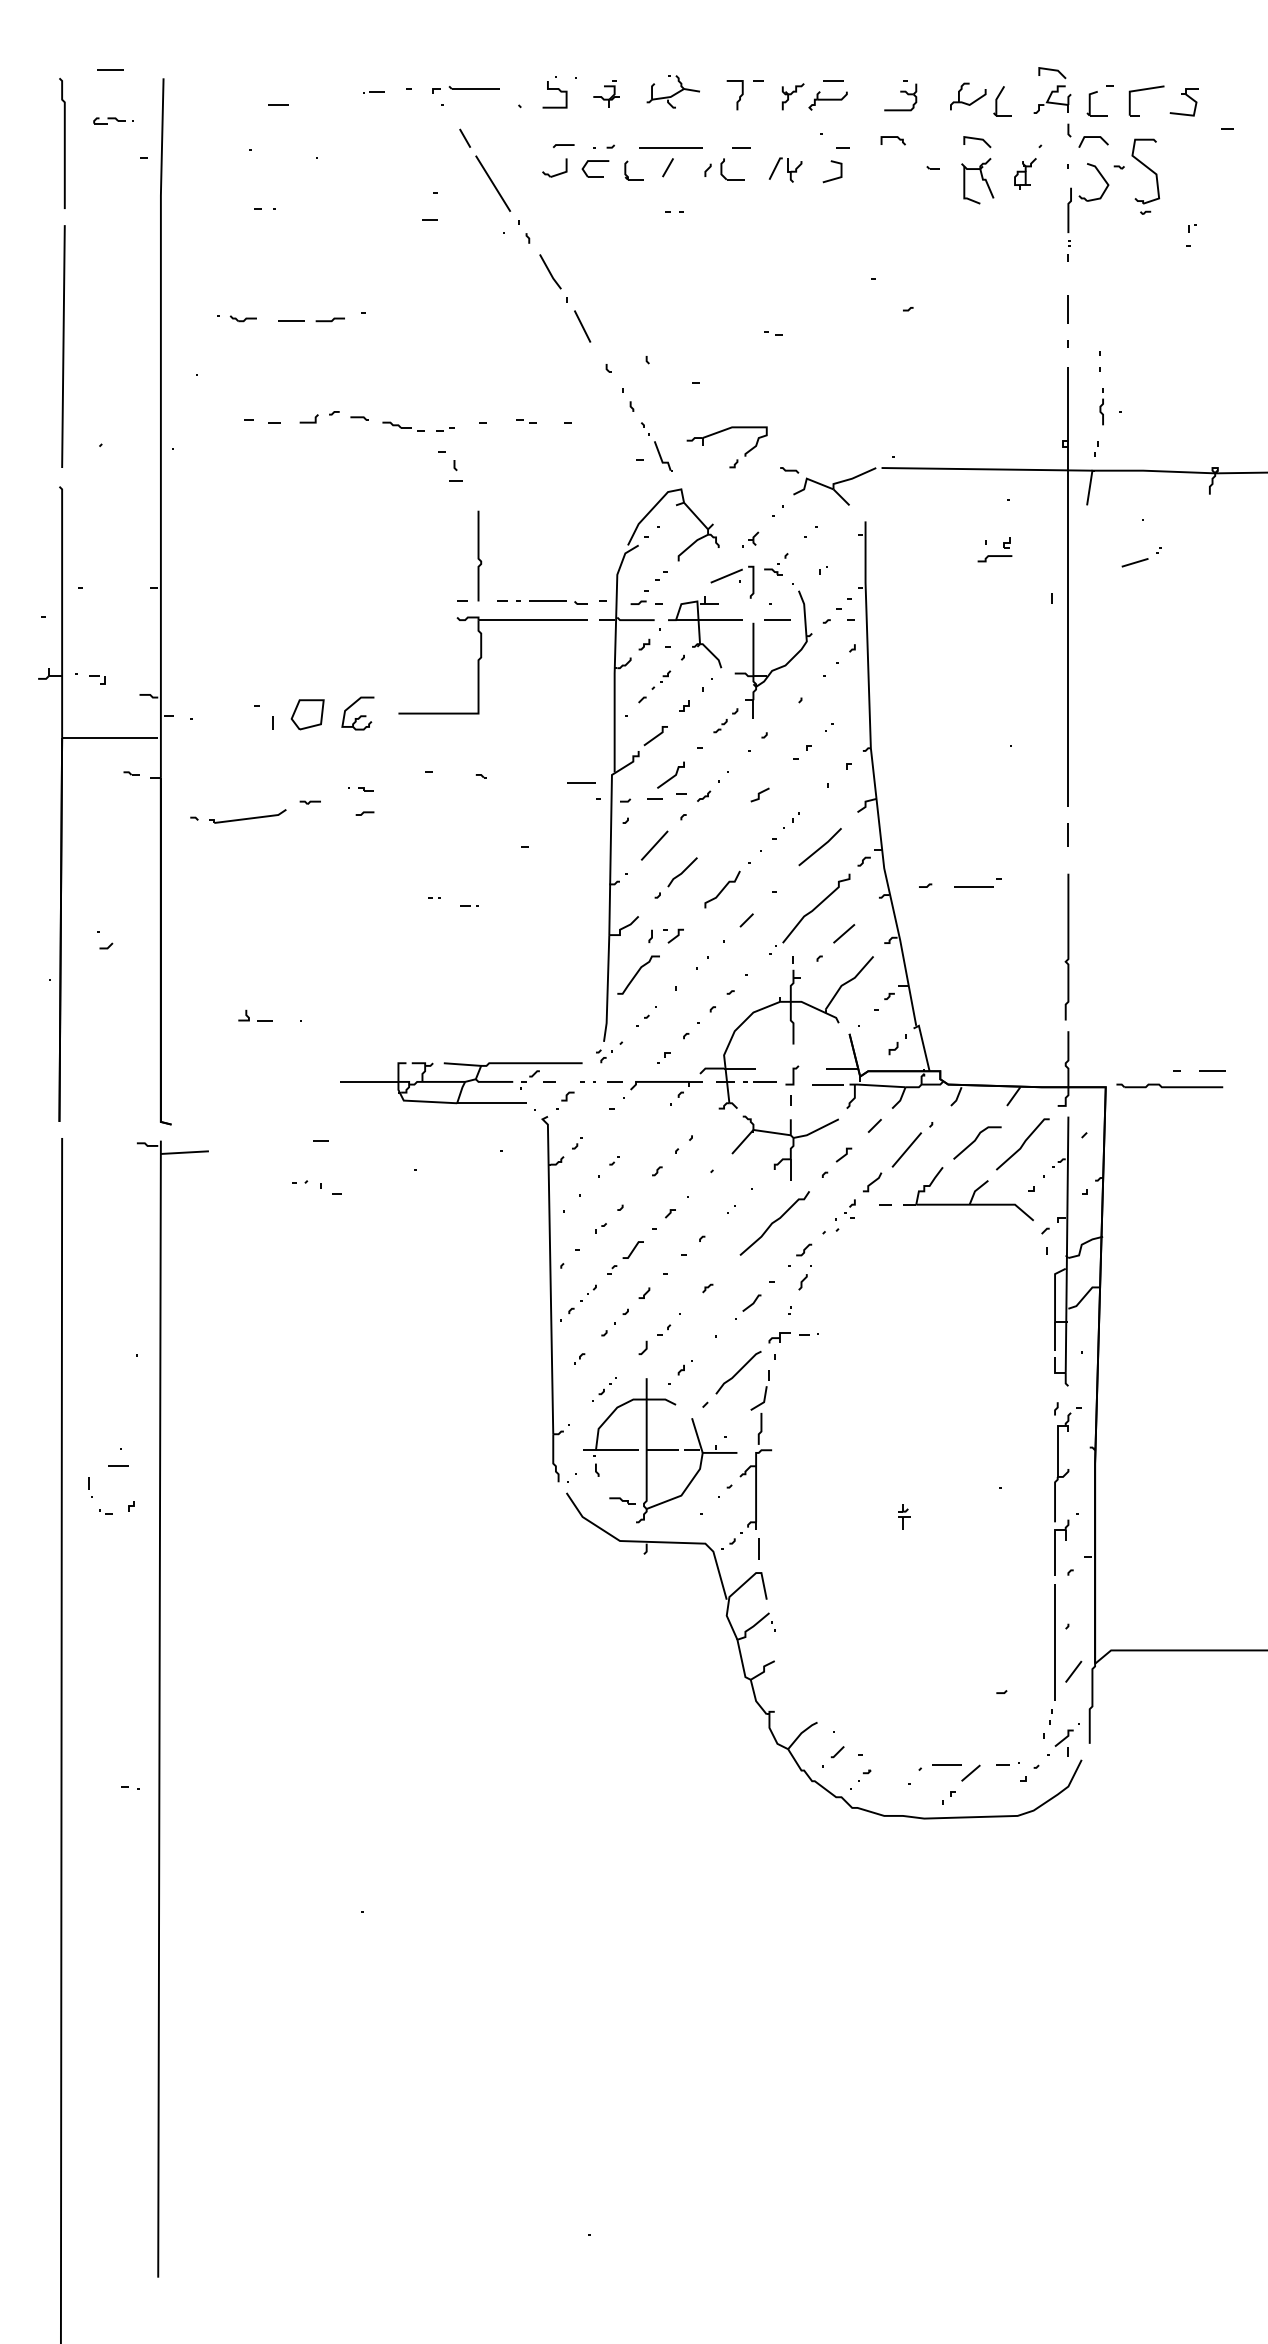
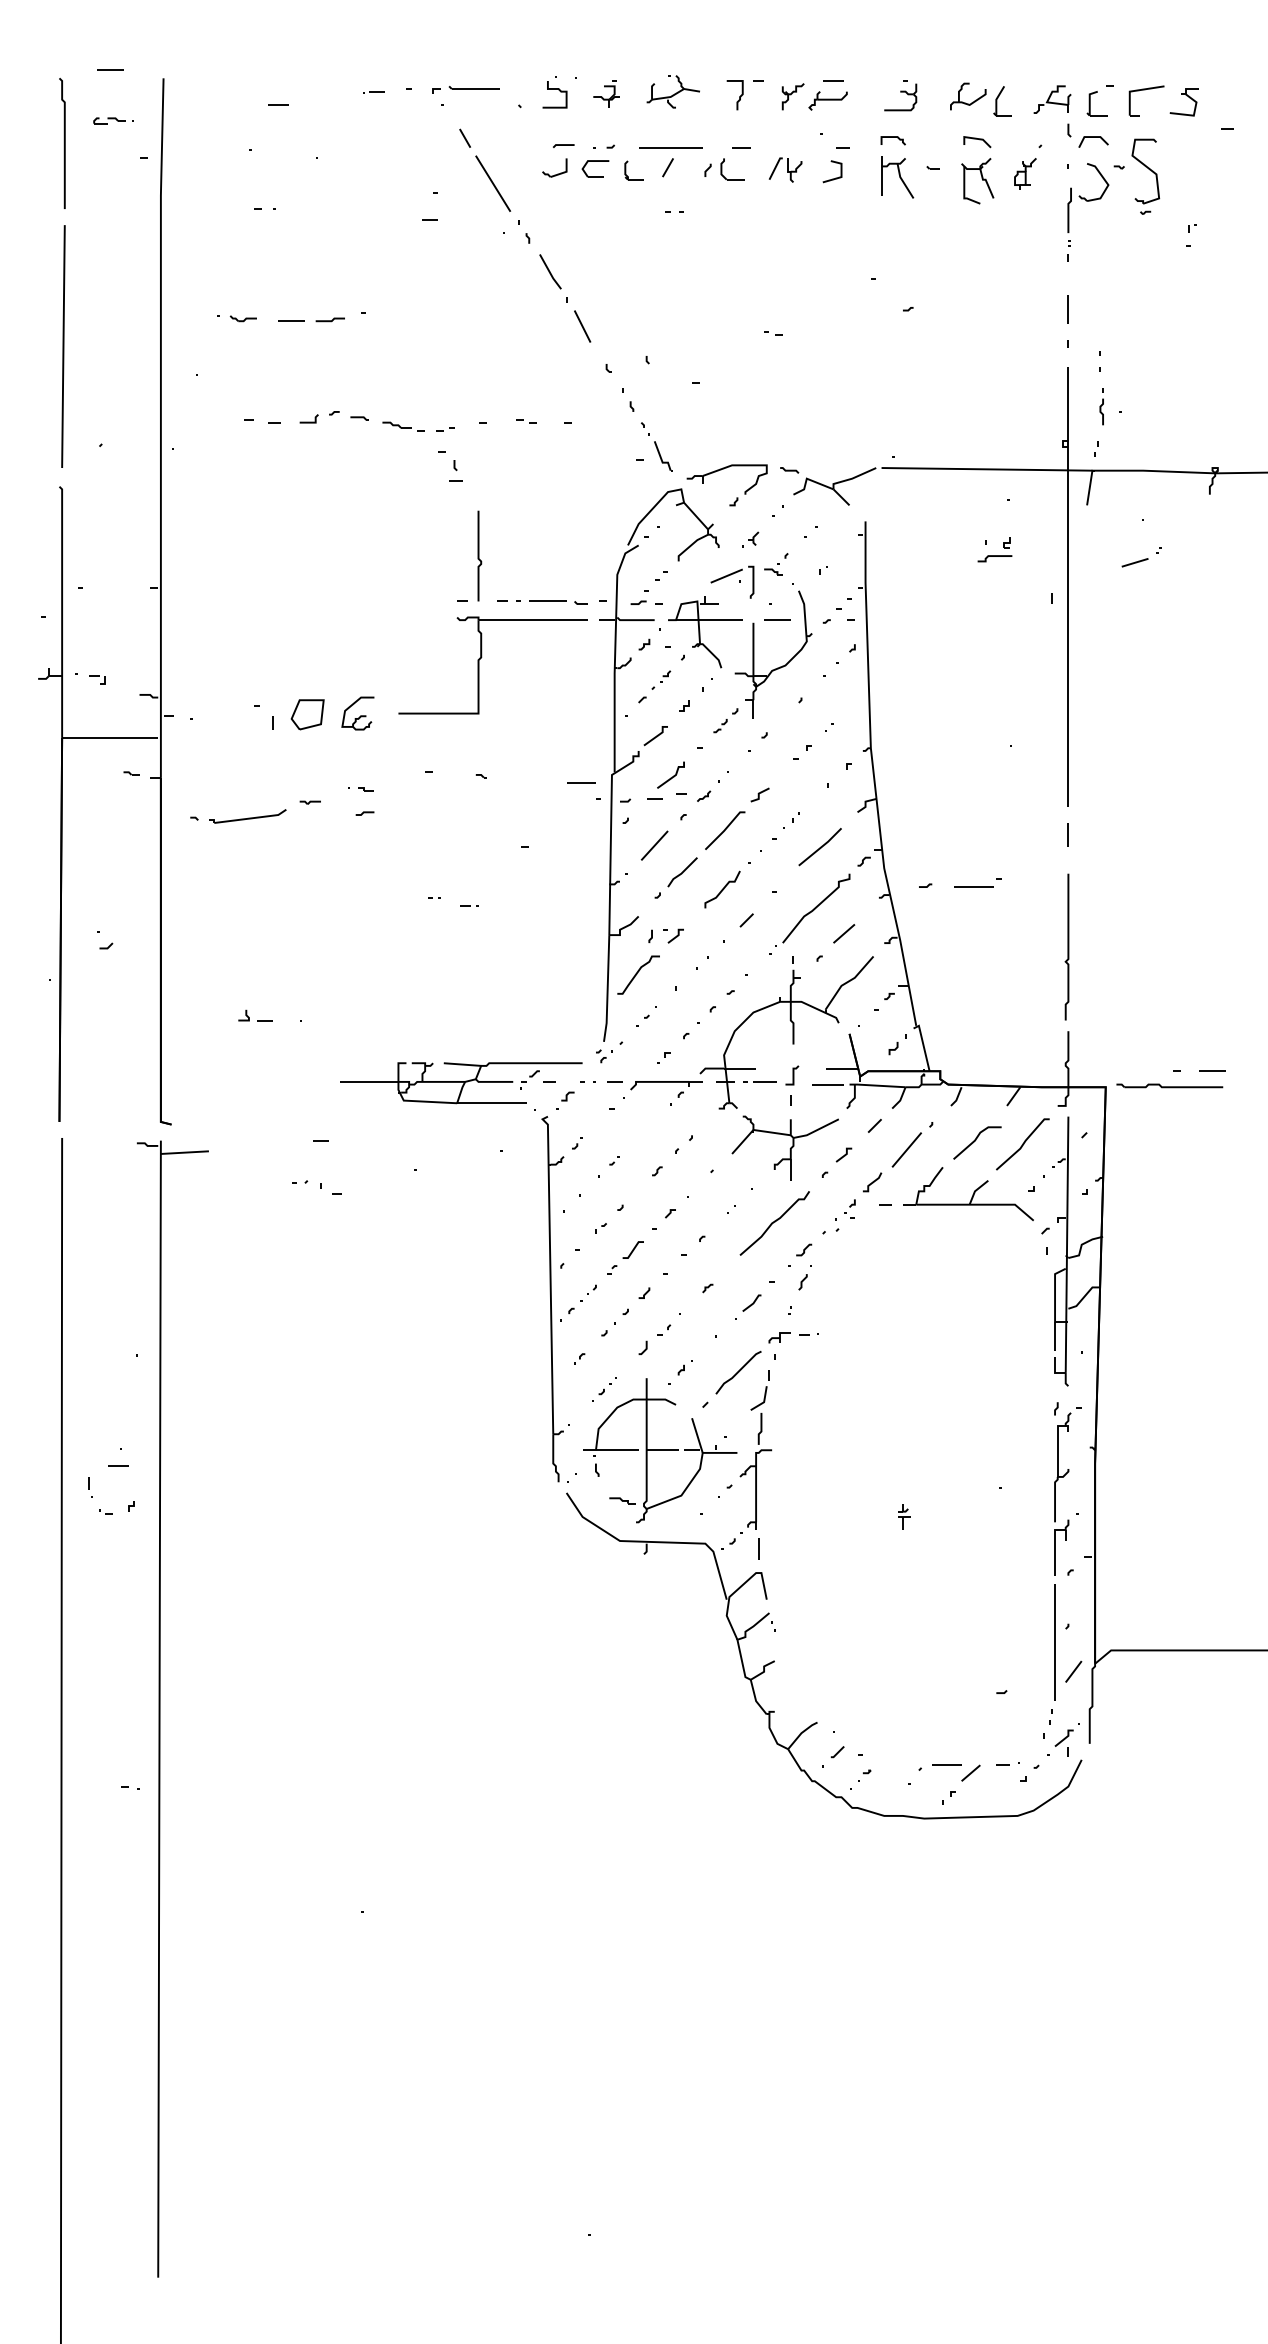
line at (1054, 71): present -> none
part at (897, 177): none -> present
part at (736, 459) position: (736, 459) -> (736, 497)
line at (725, 830): none -> present
